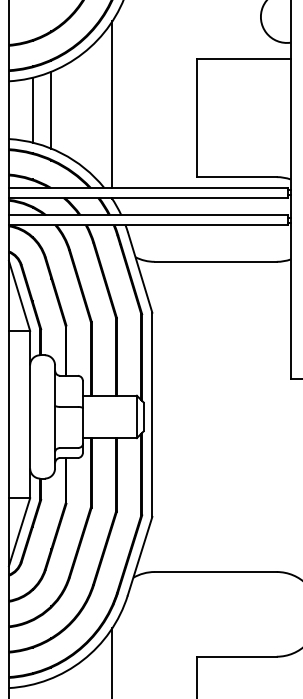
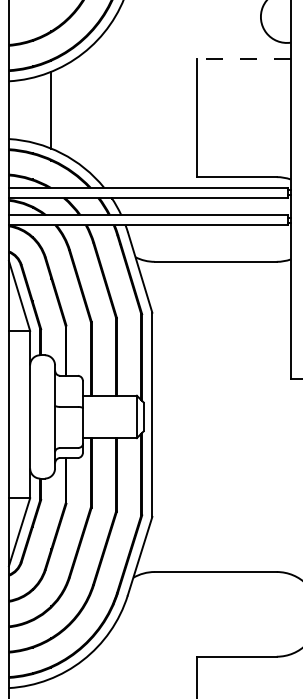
line at (243, 59): solid -> dashed
line at (112, 104): present -> none
line at (32, 109): present -> none
line at (112, 661): present -> none
